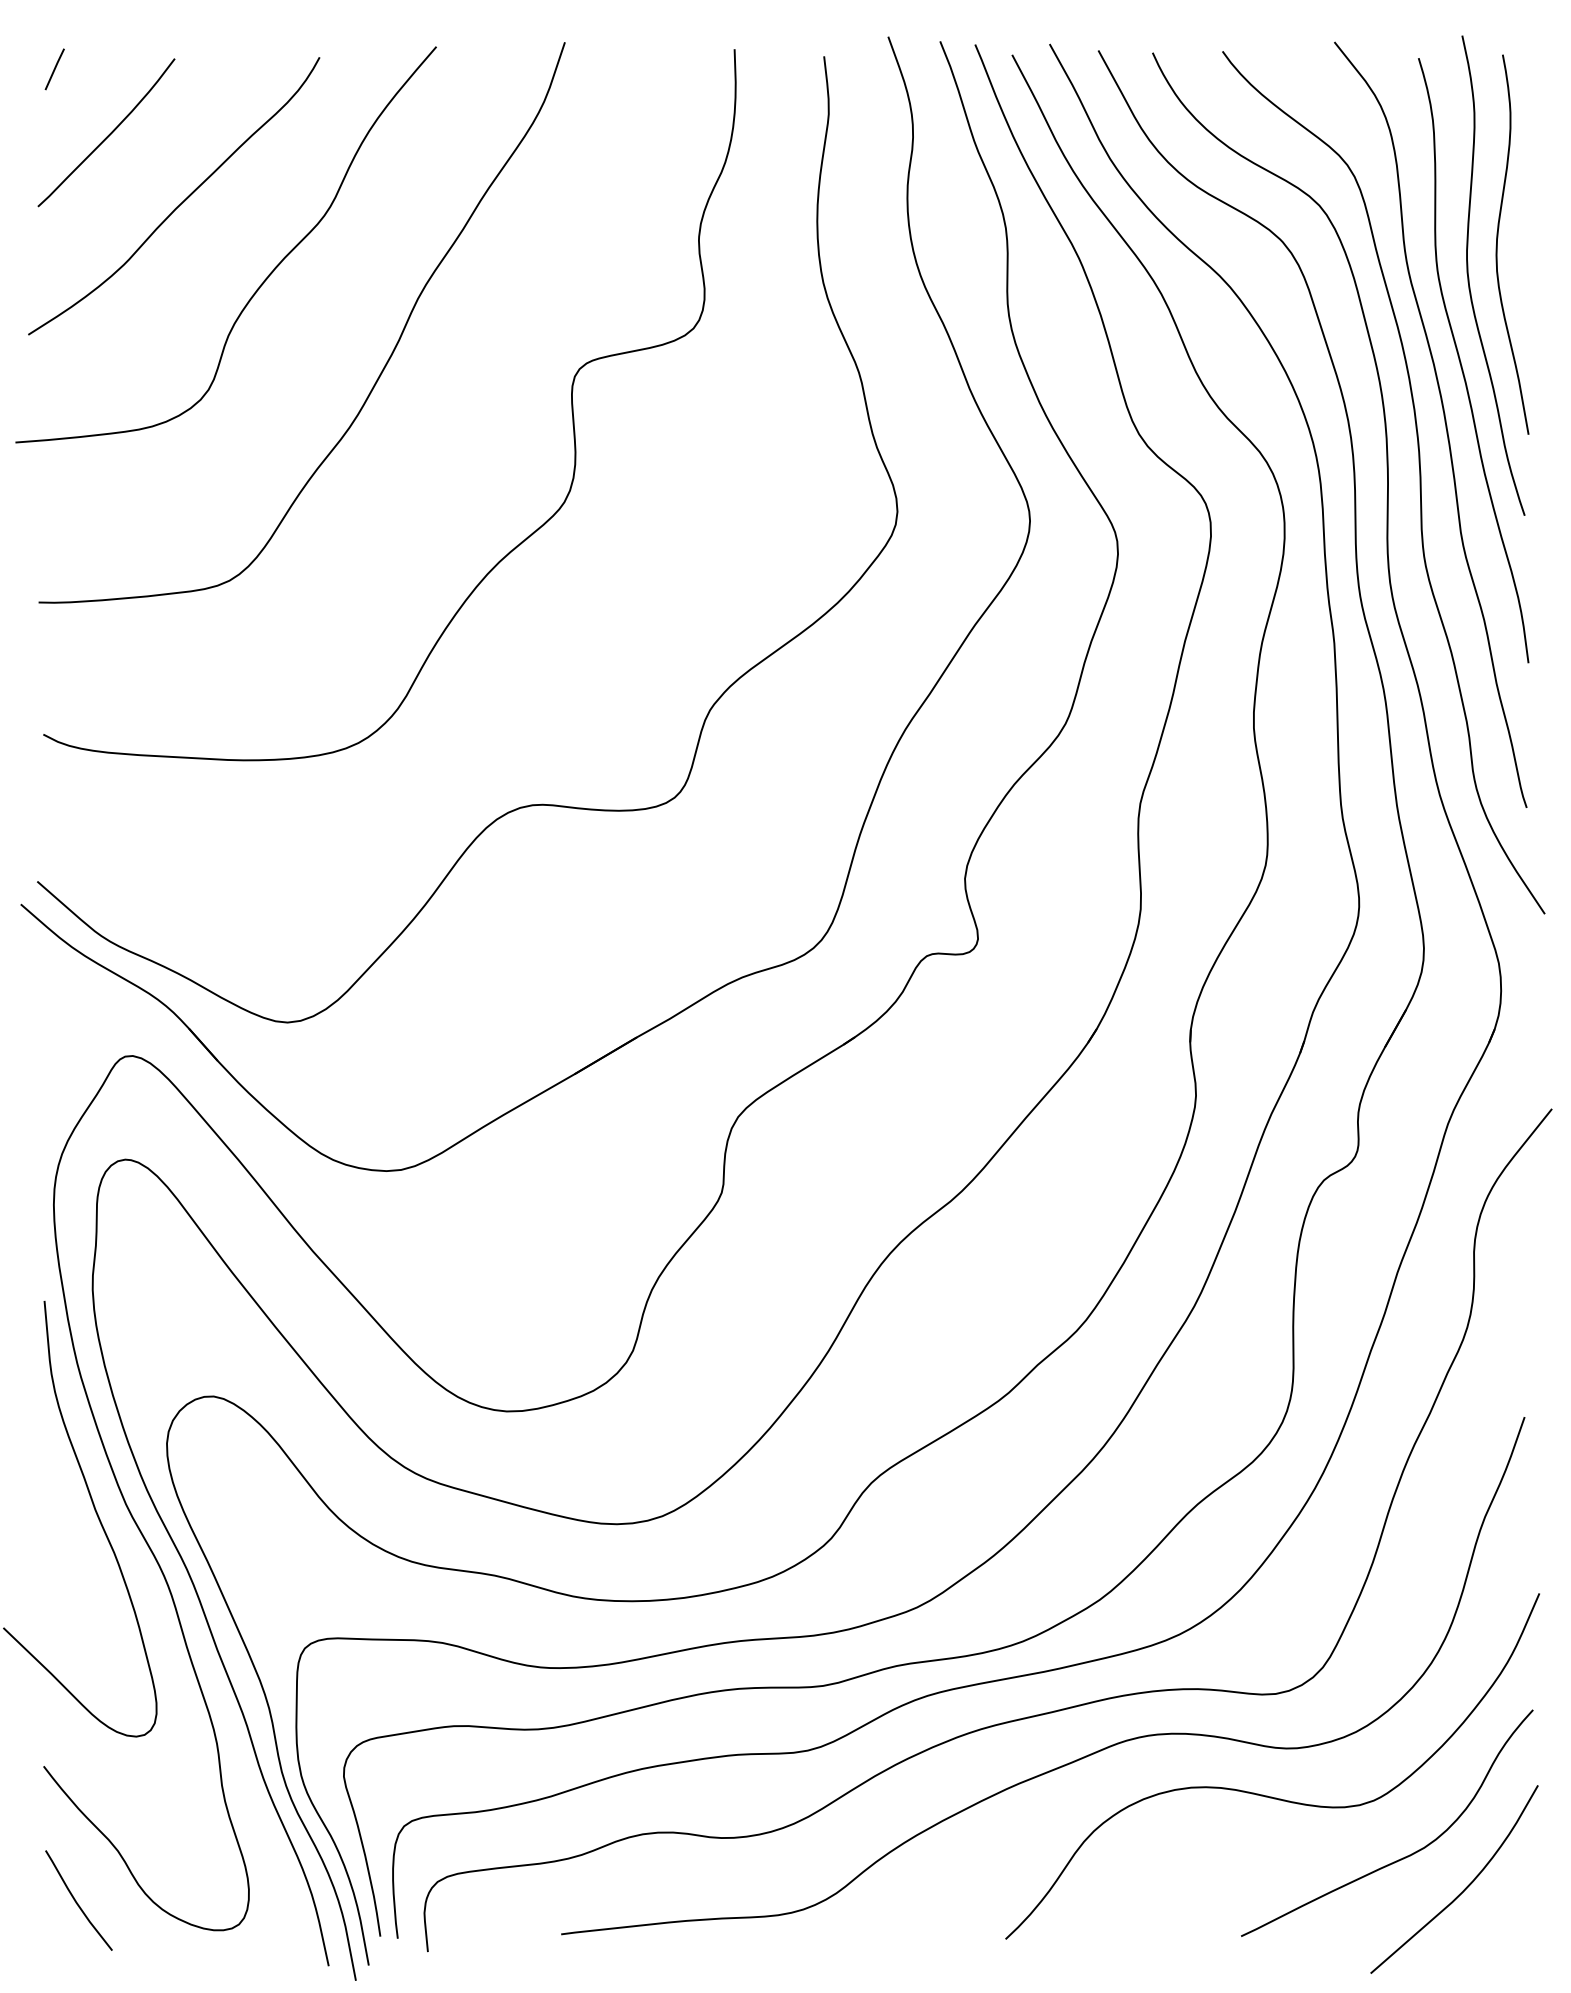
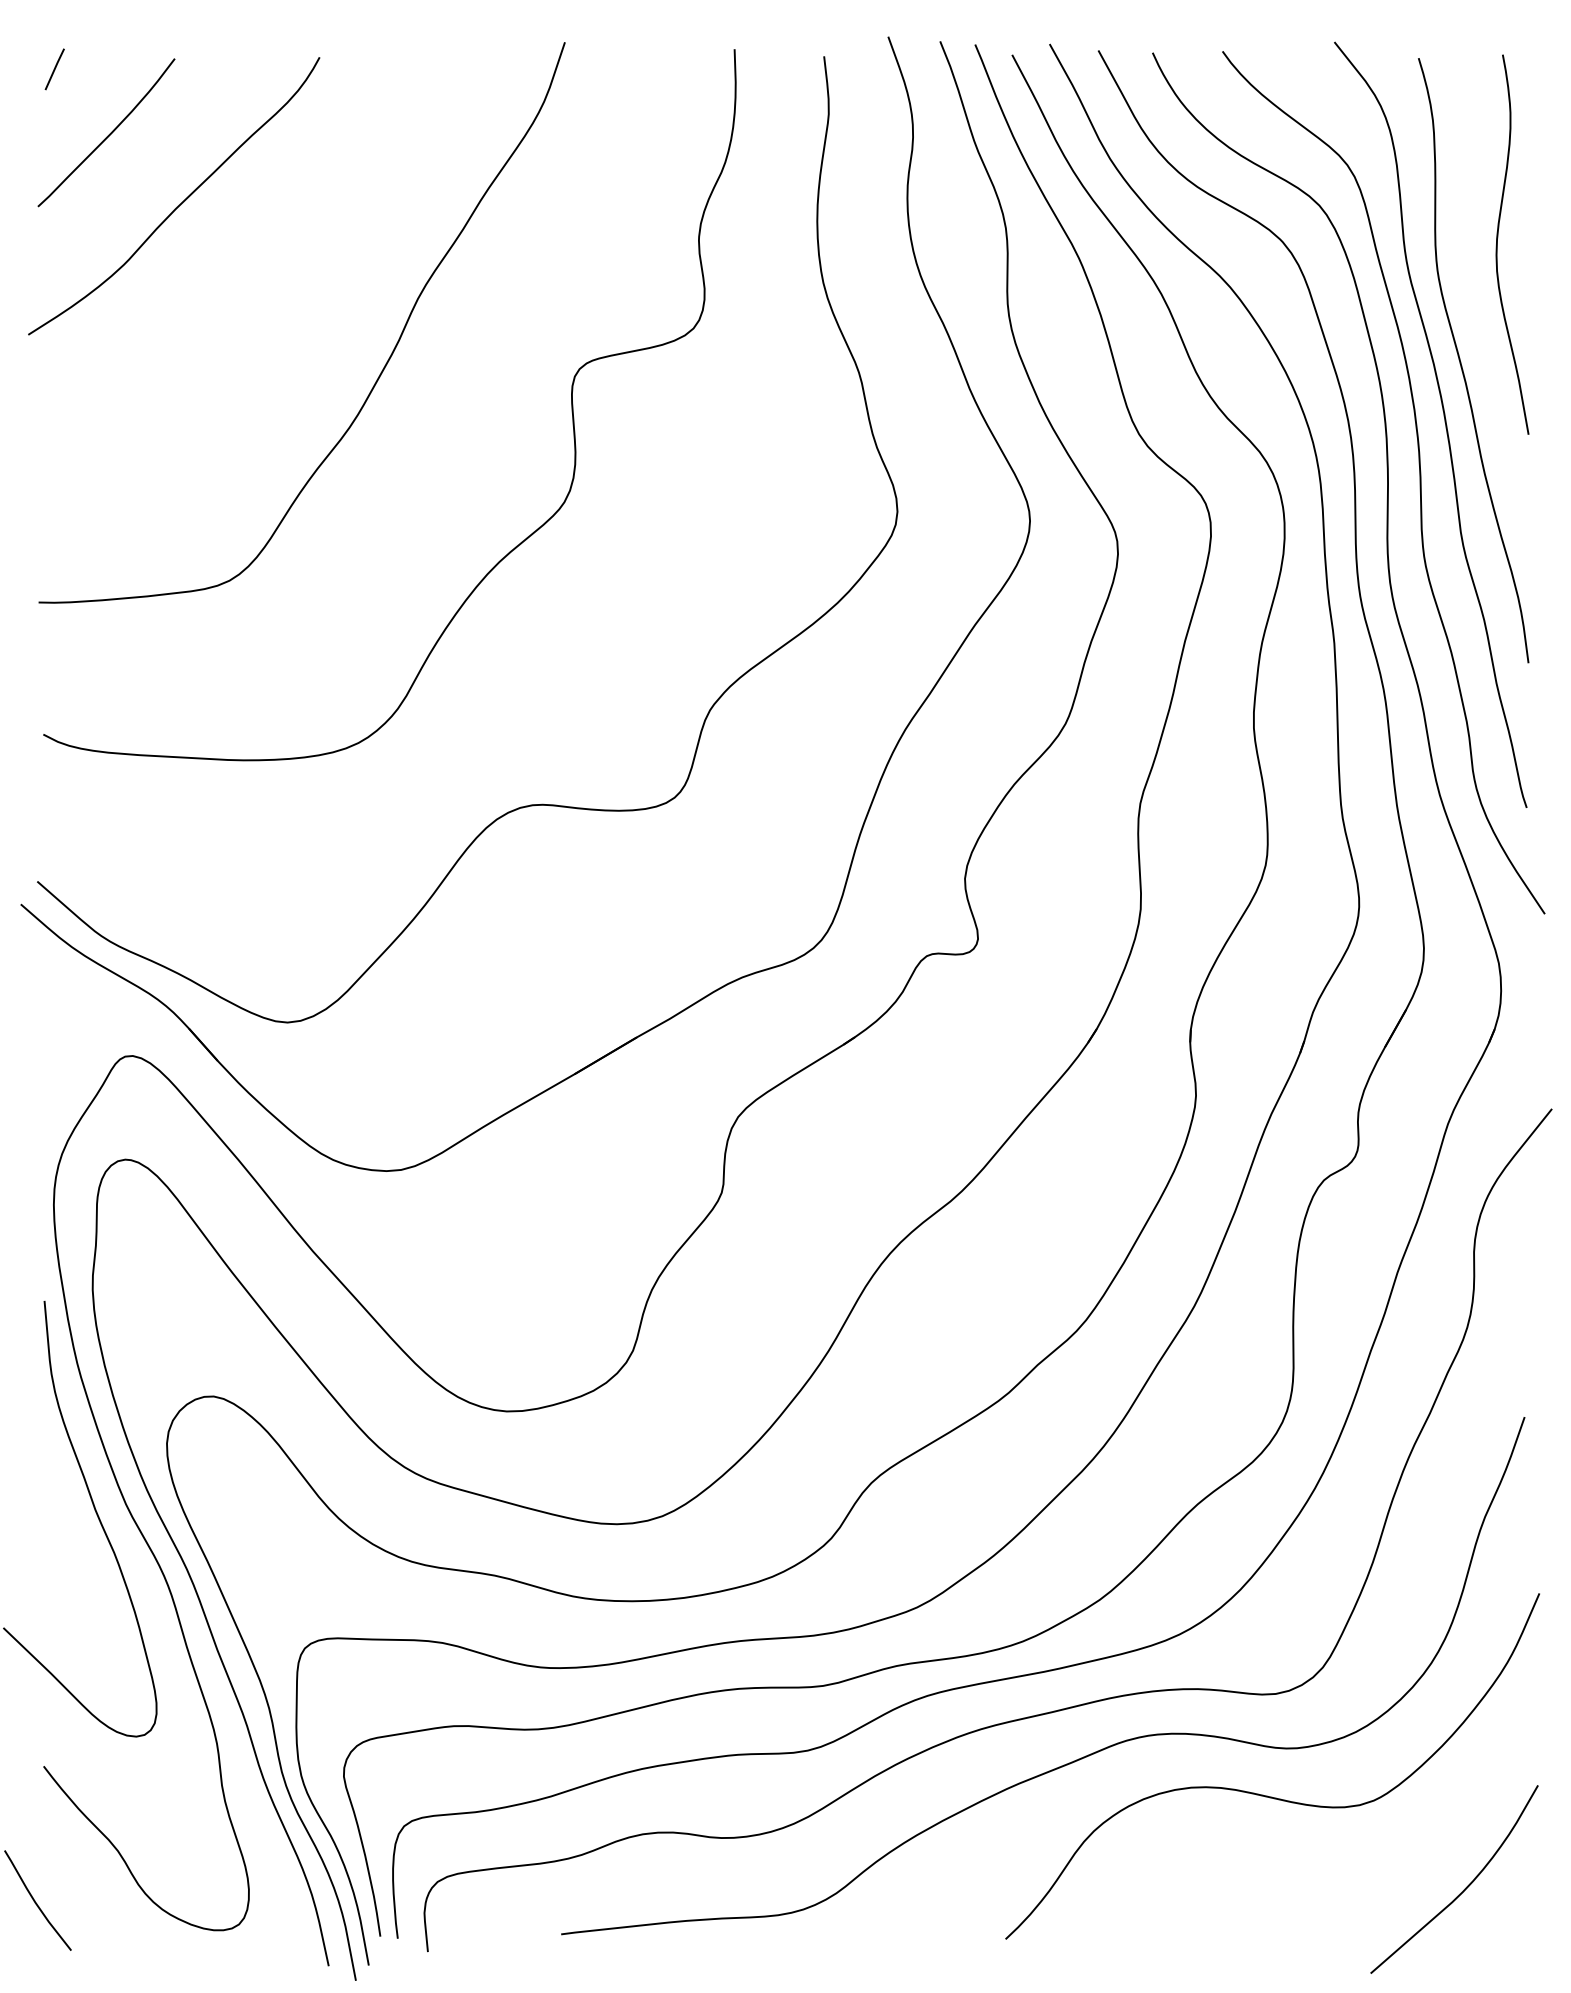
curve at (1469, 277): present -> none
curve at (264, 279): present -> none
curve at (1402, 1857): present -> none
curve at (76, 1900) position: (76, 1900) -> (35, 1900)
